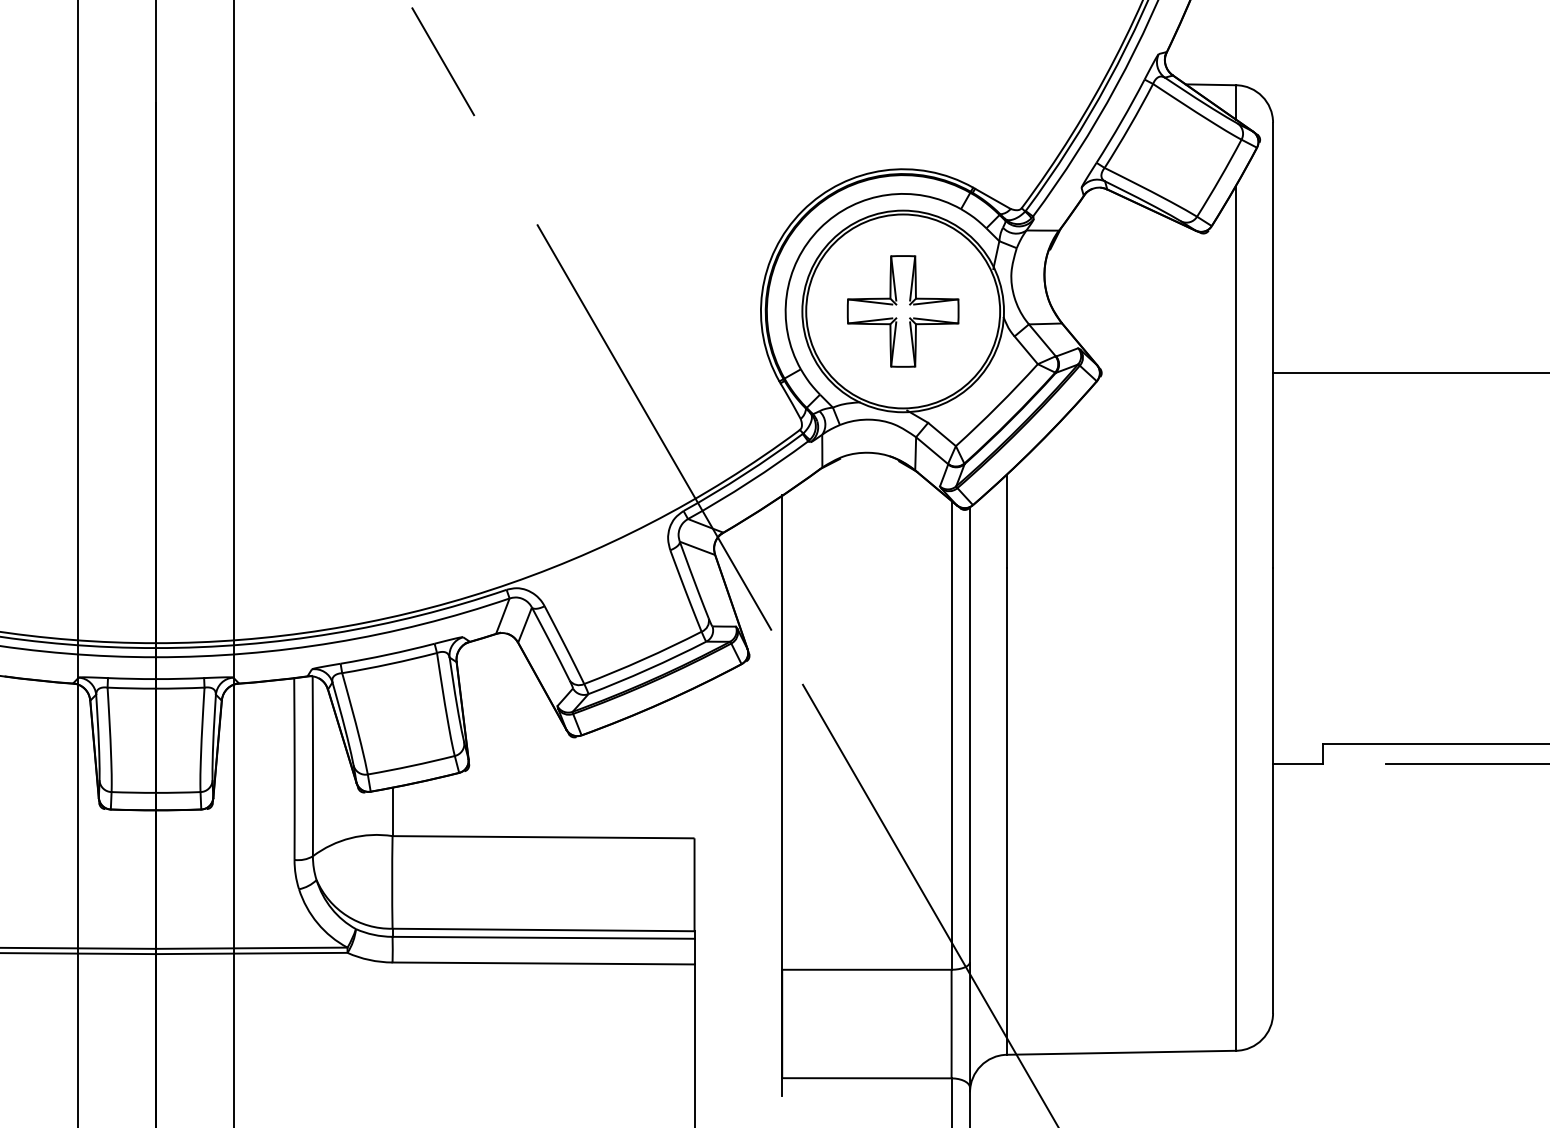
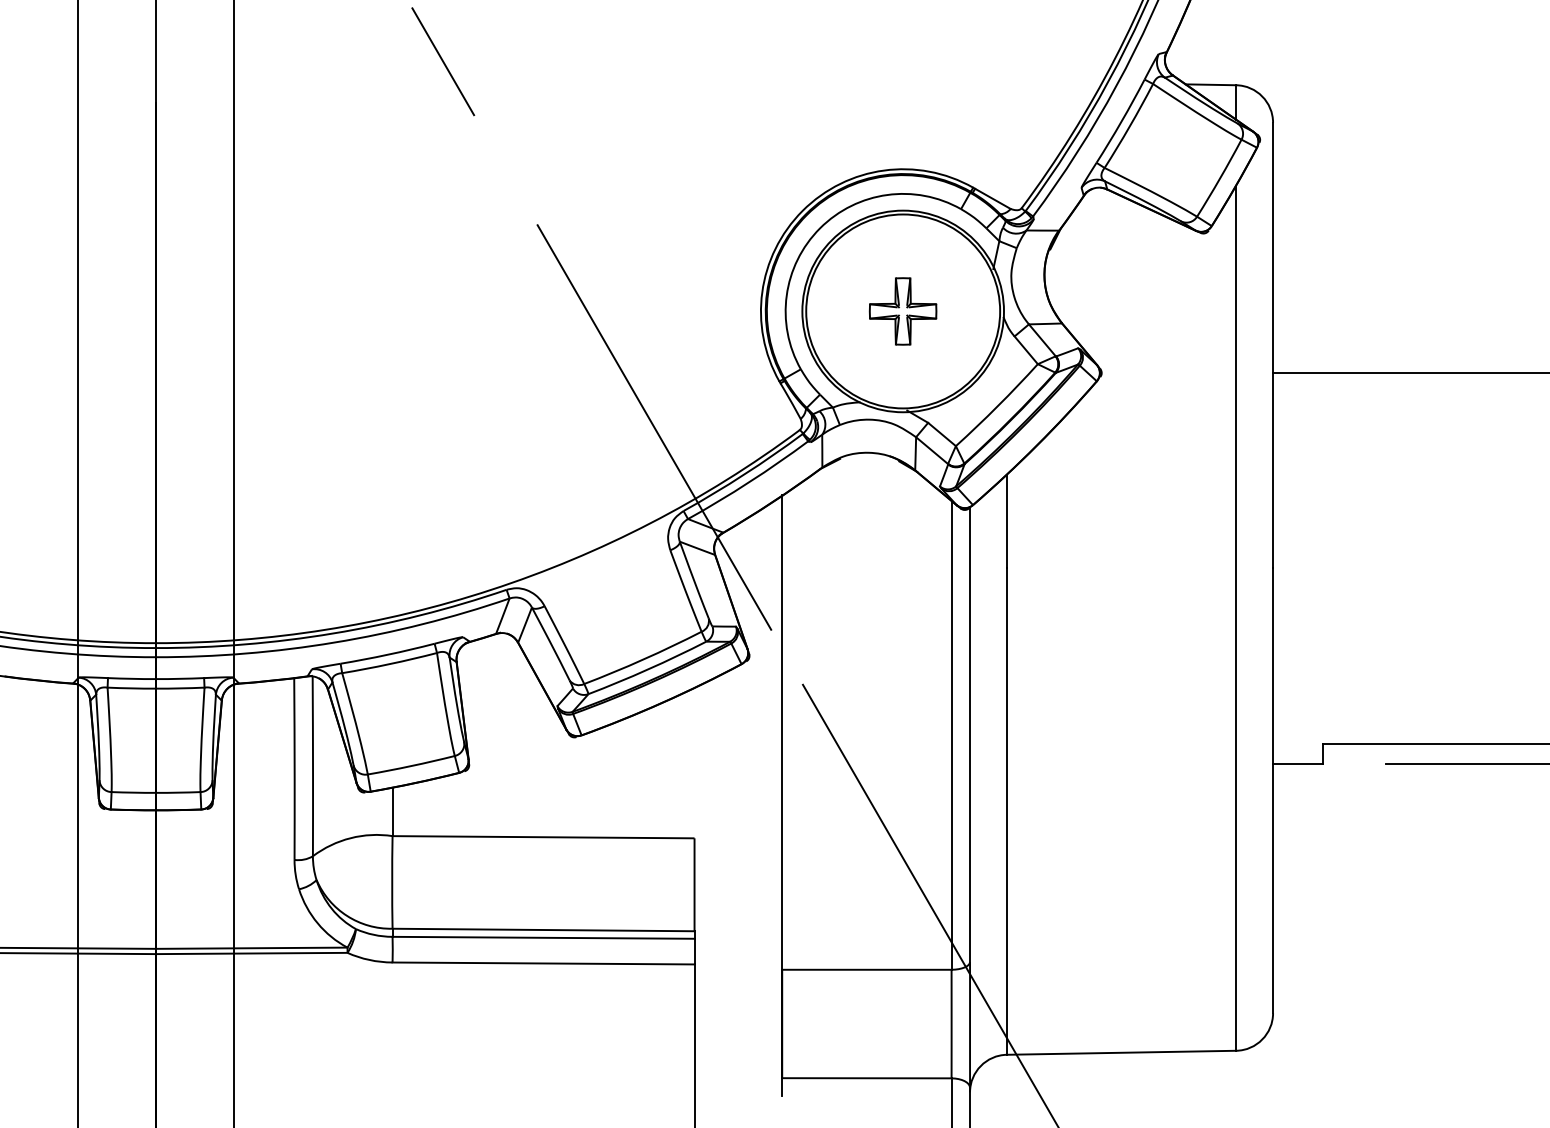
part at (902, 311) size: 114x113 px -> 70x69 px
